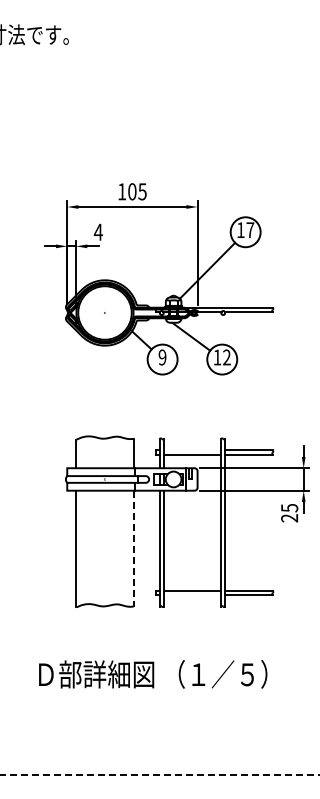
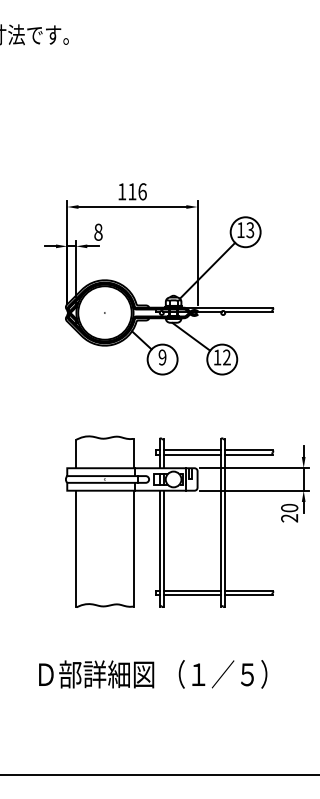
text at (137, 191): 105 -> 116
text at (250, 230): 17 -> 13
text at (97, 231): 4 -> 8
line at (192, 450): none -> present
text at (289, 507): 25 -> 20
line at (133, 548): dashed -> solid
line at (192, 595): none -> present
line at (160, 775): dashed -> solid
